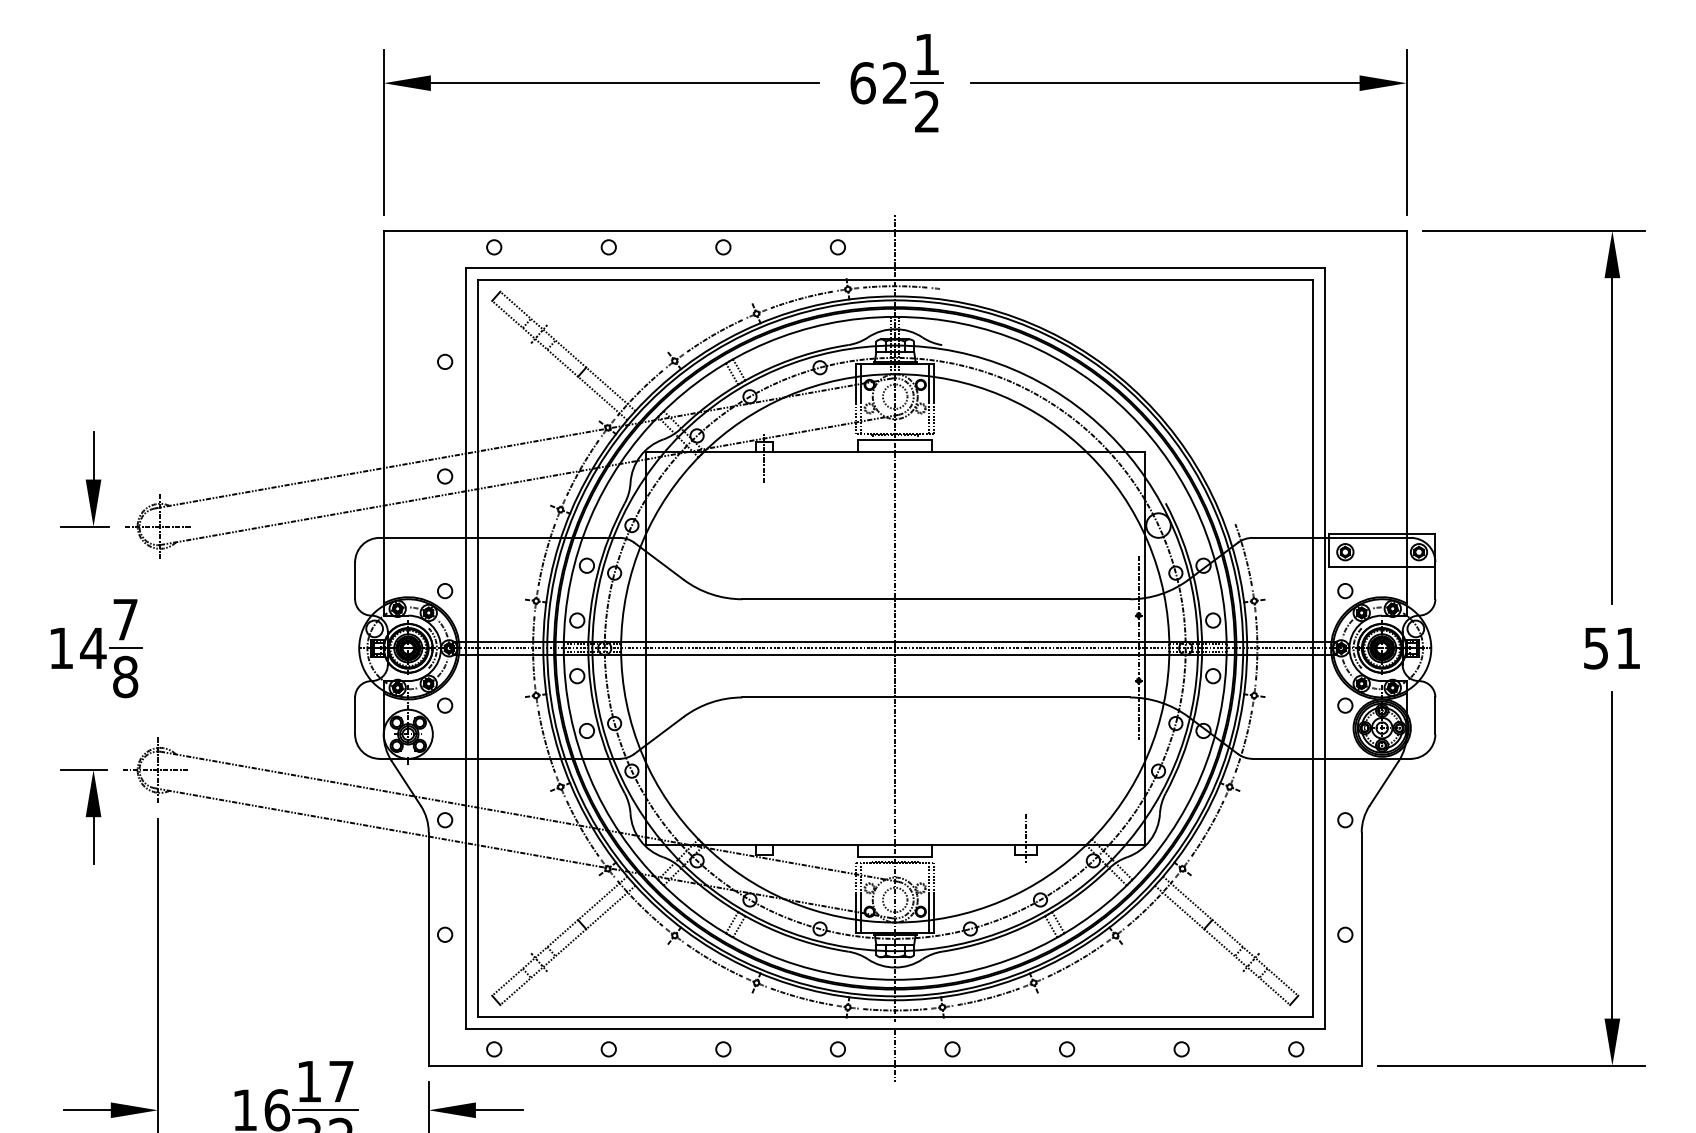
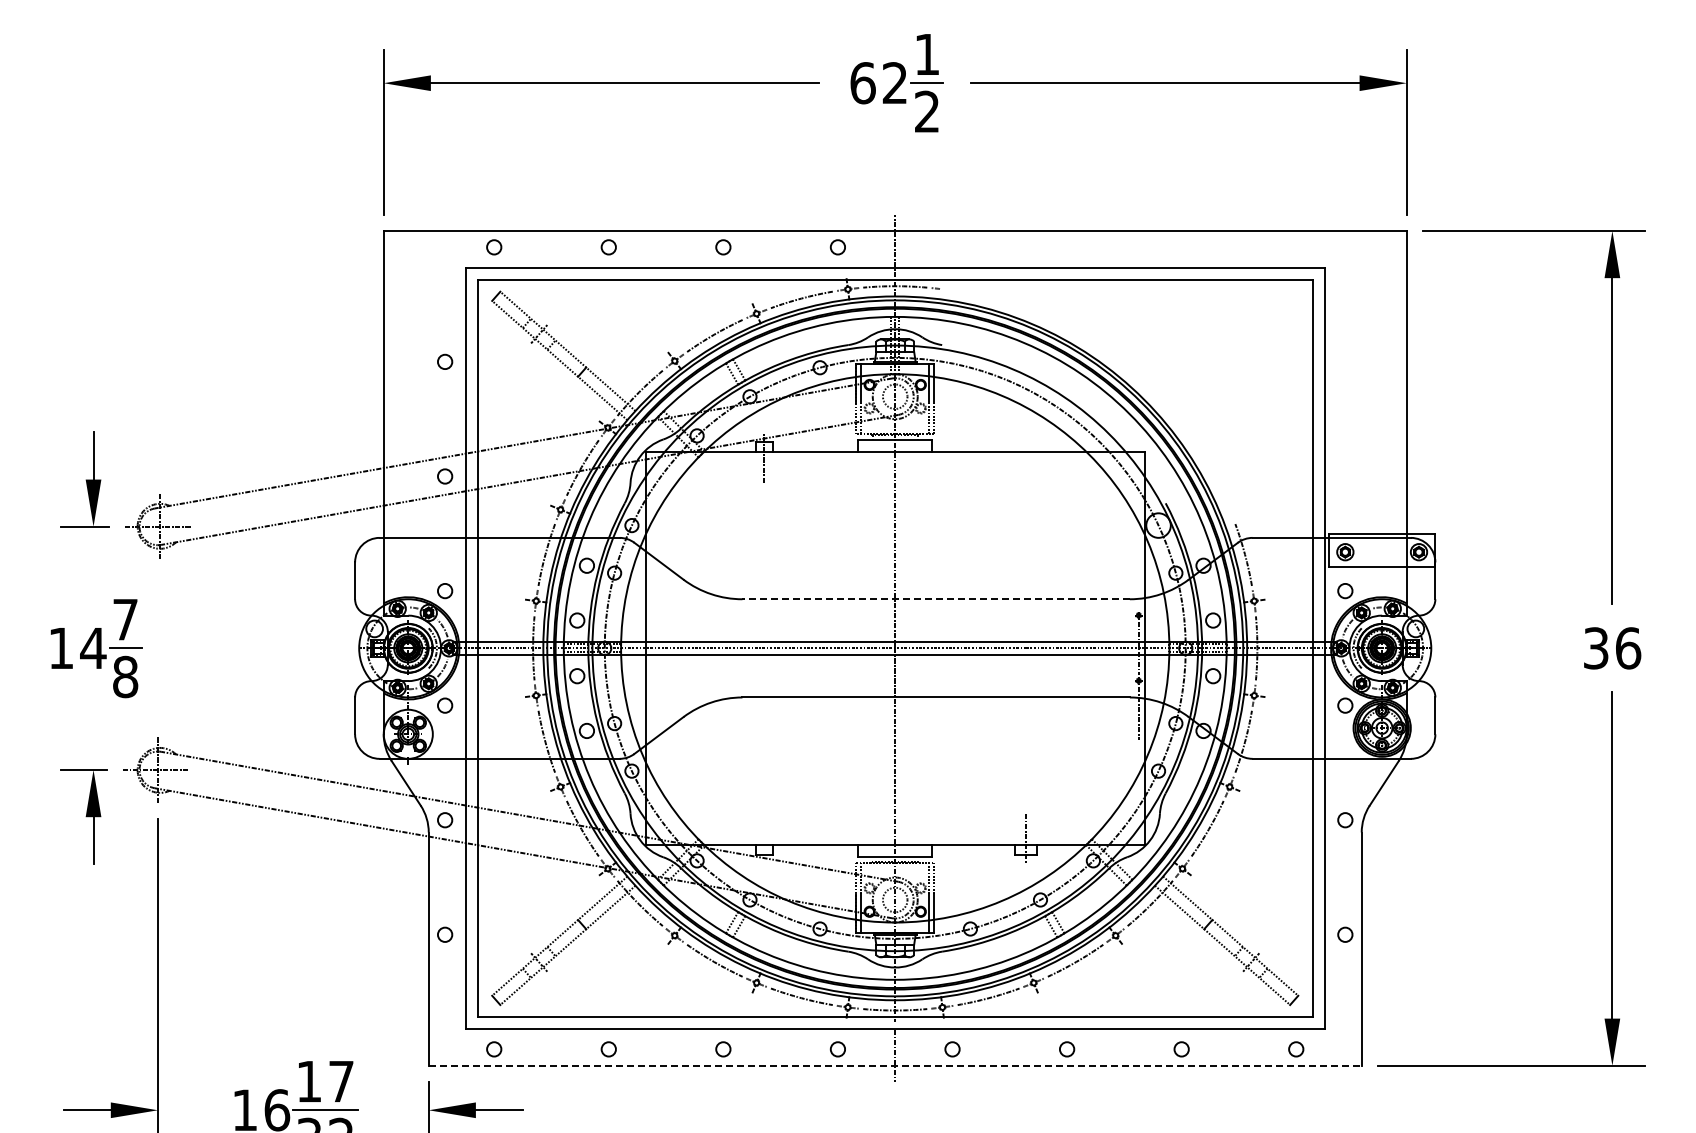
line at (1138, 582): present -> none
line at (936, 599): solid -> dashed
text at (1612, 648): 51 -> 36
line at (895, 1065): solid -> dashed
